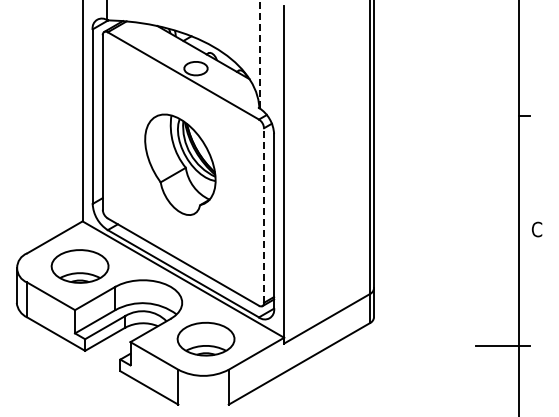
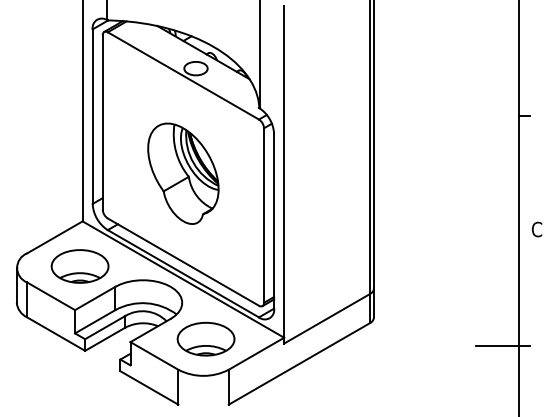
line at (259, 54): dashed -> solid
part at (180, 164) position: (180, 164) -> (183, 173)
line at (264, 215): dashed -> solid
